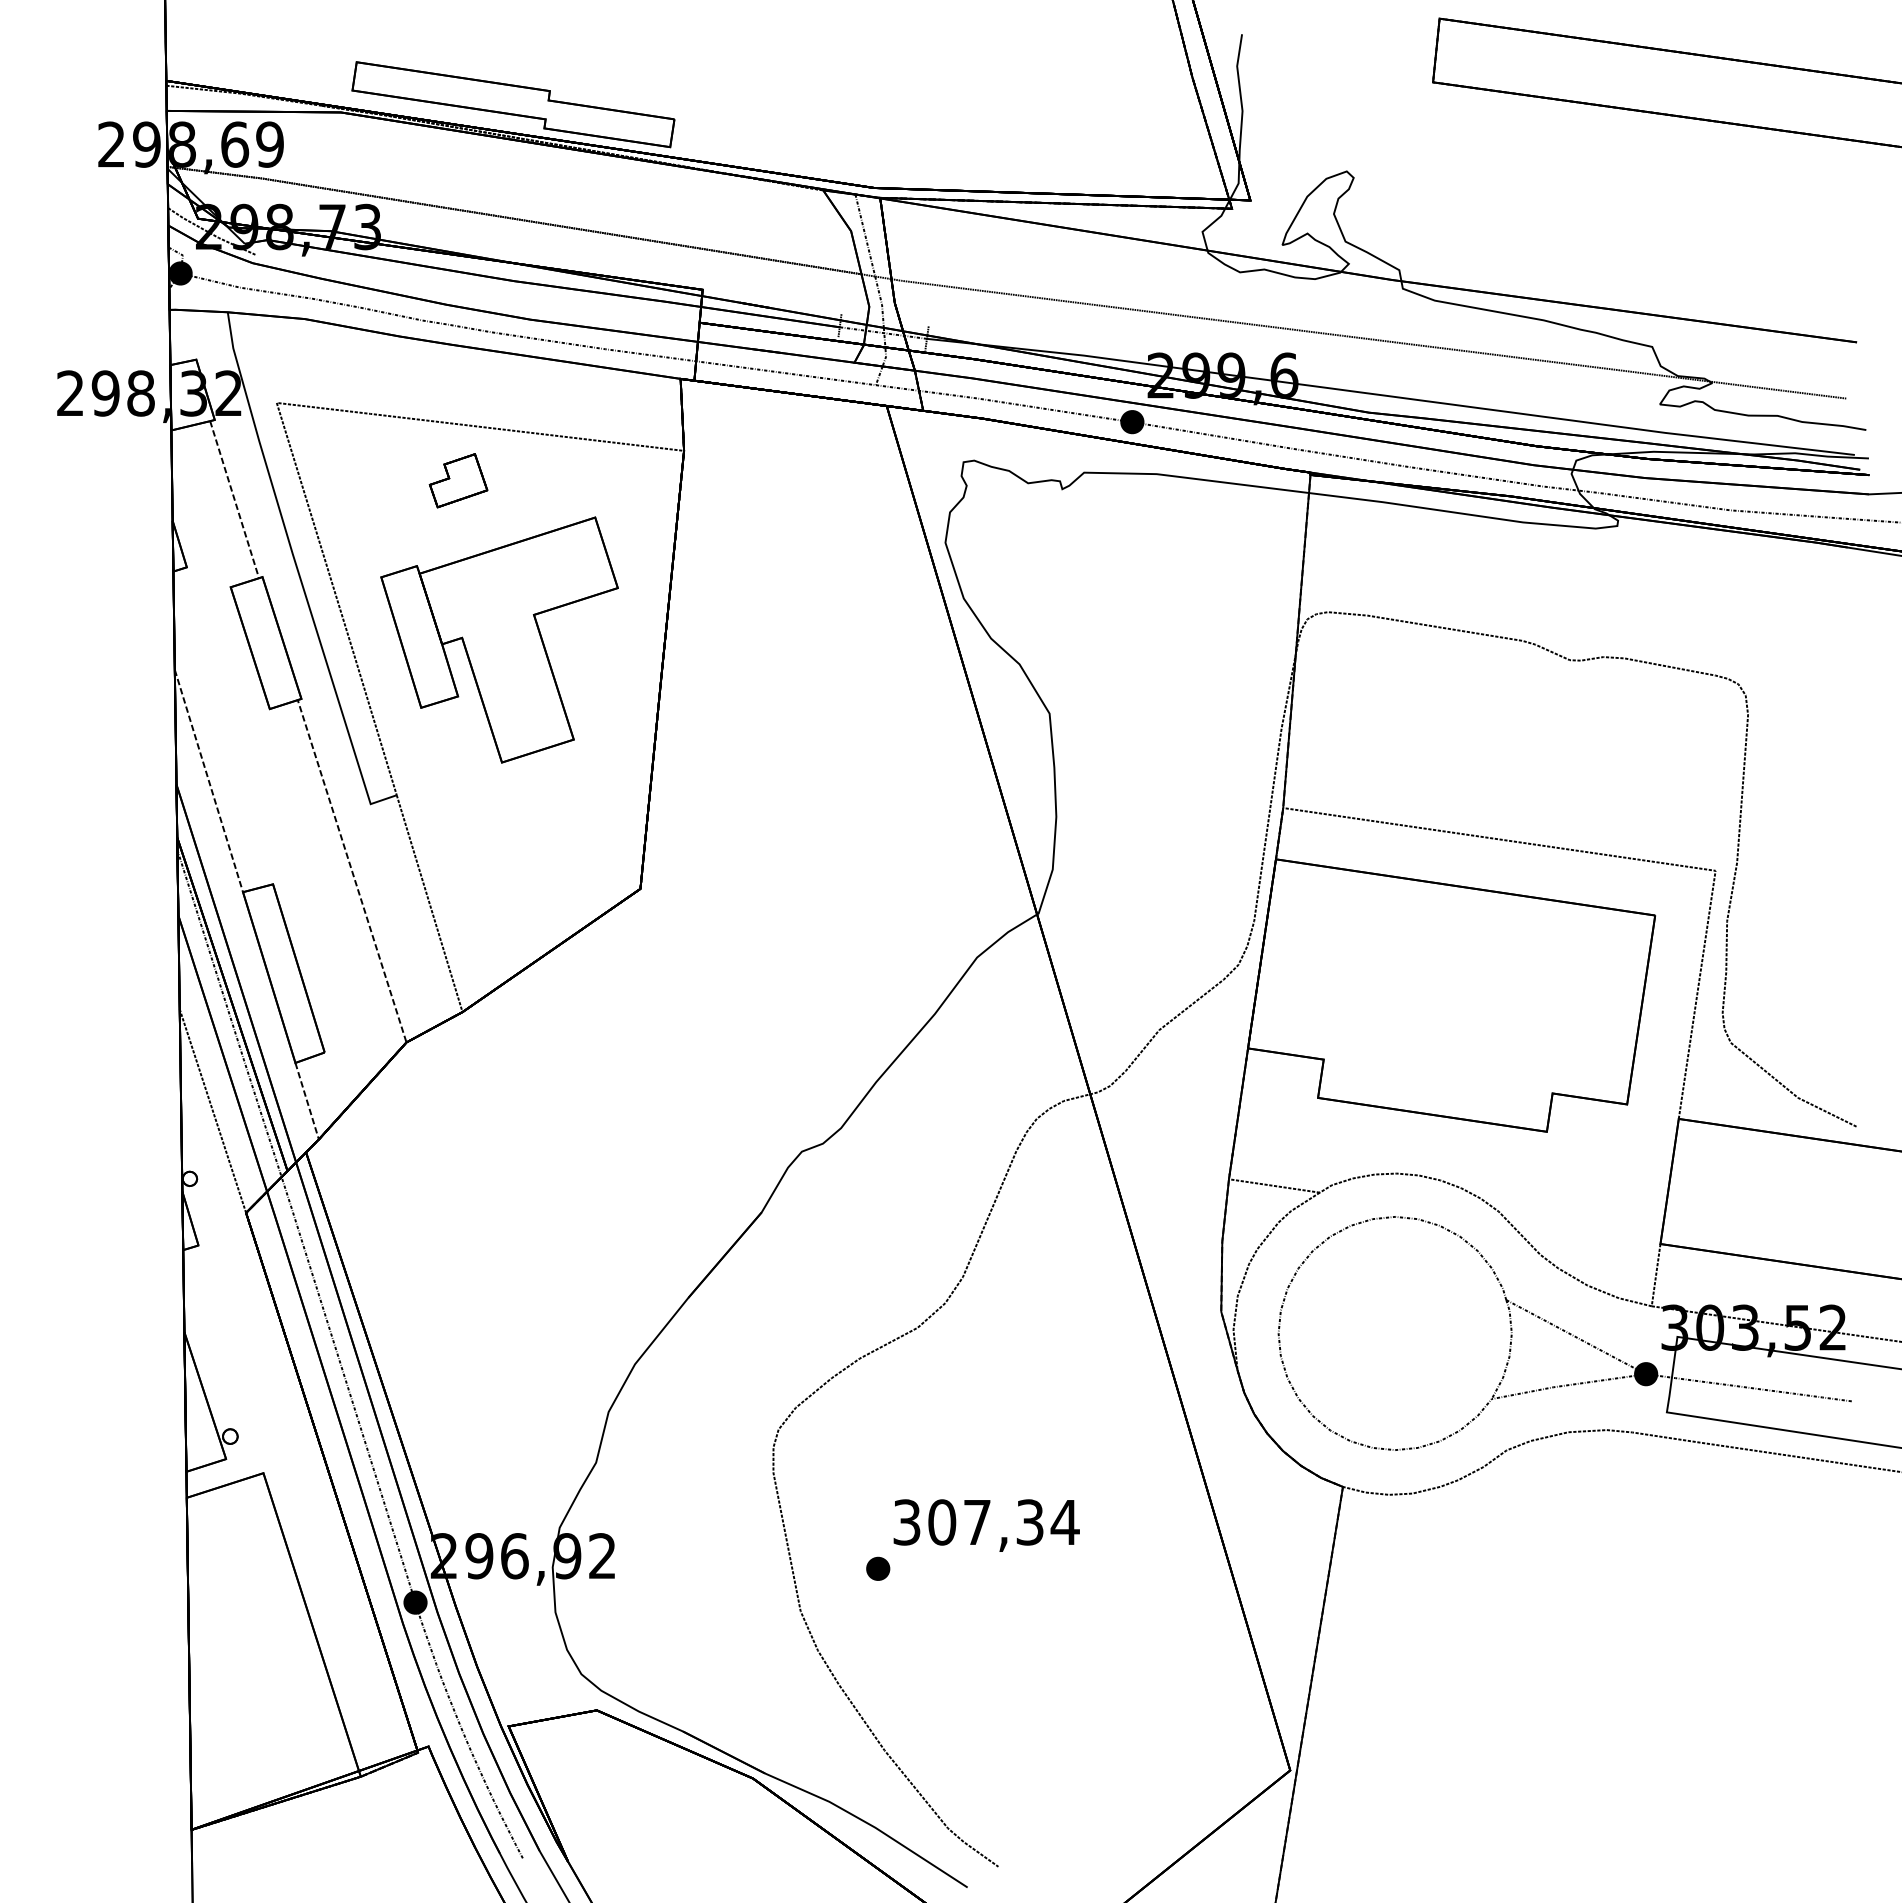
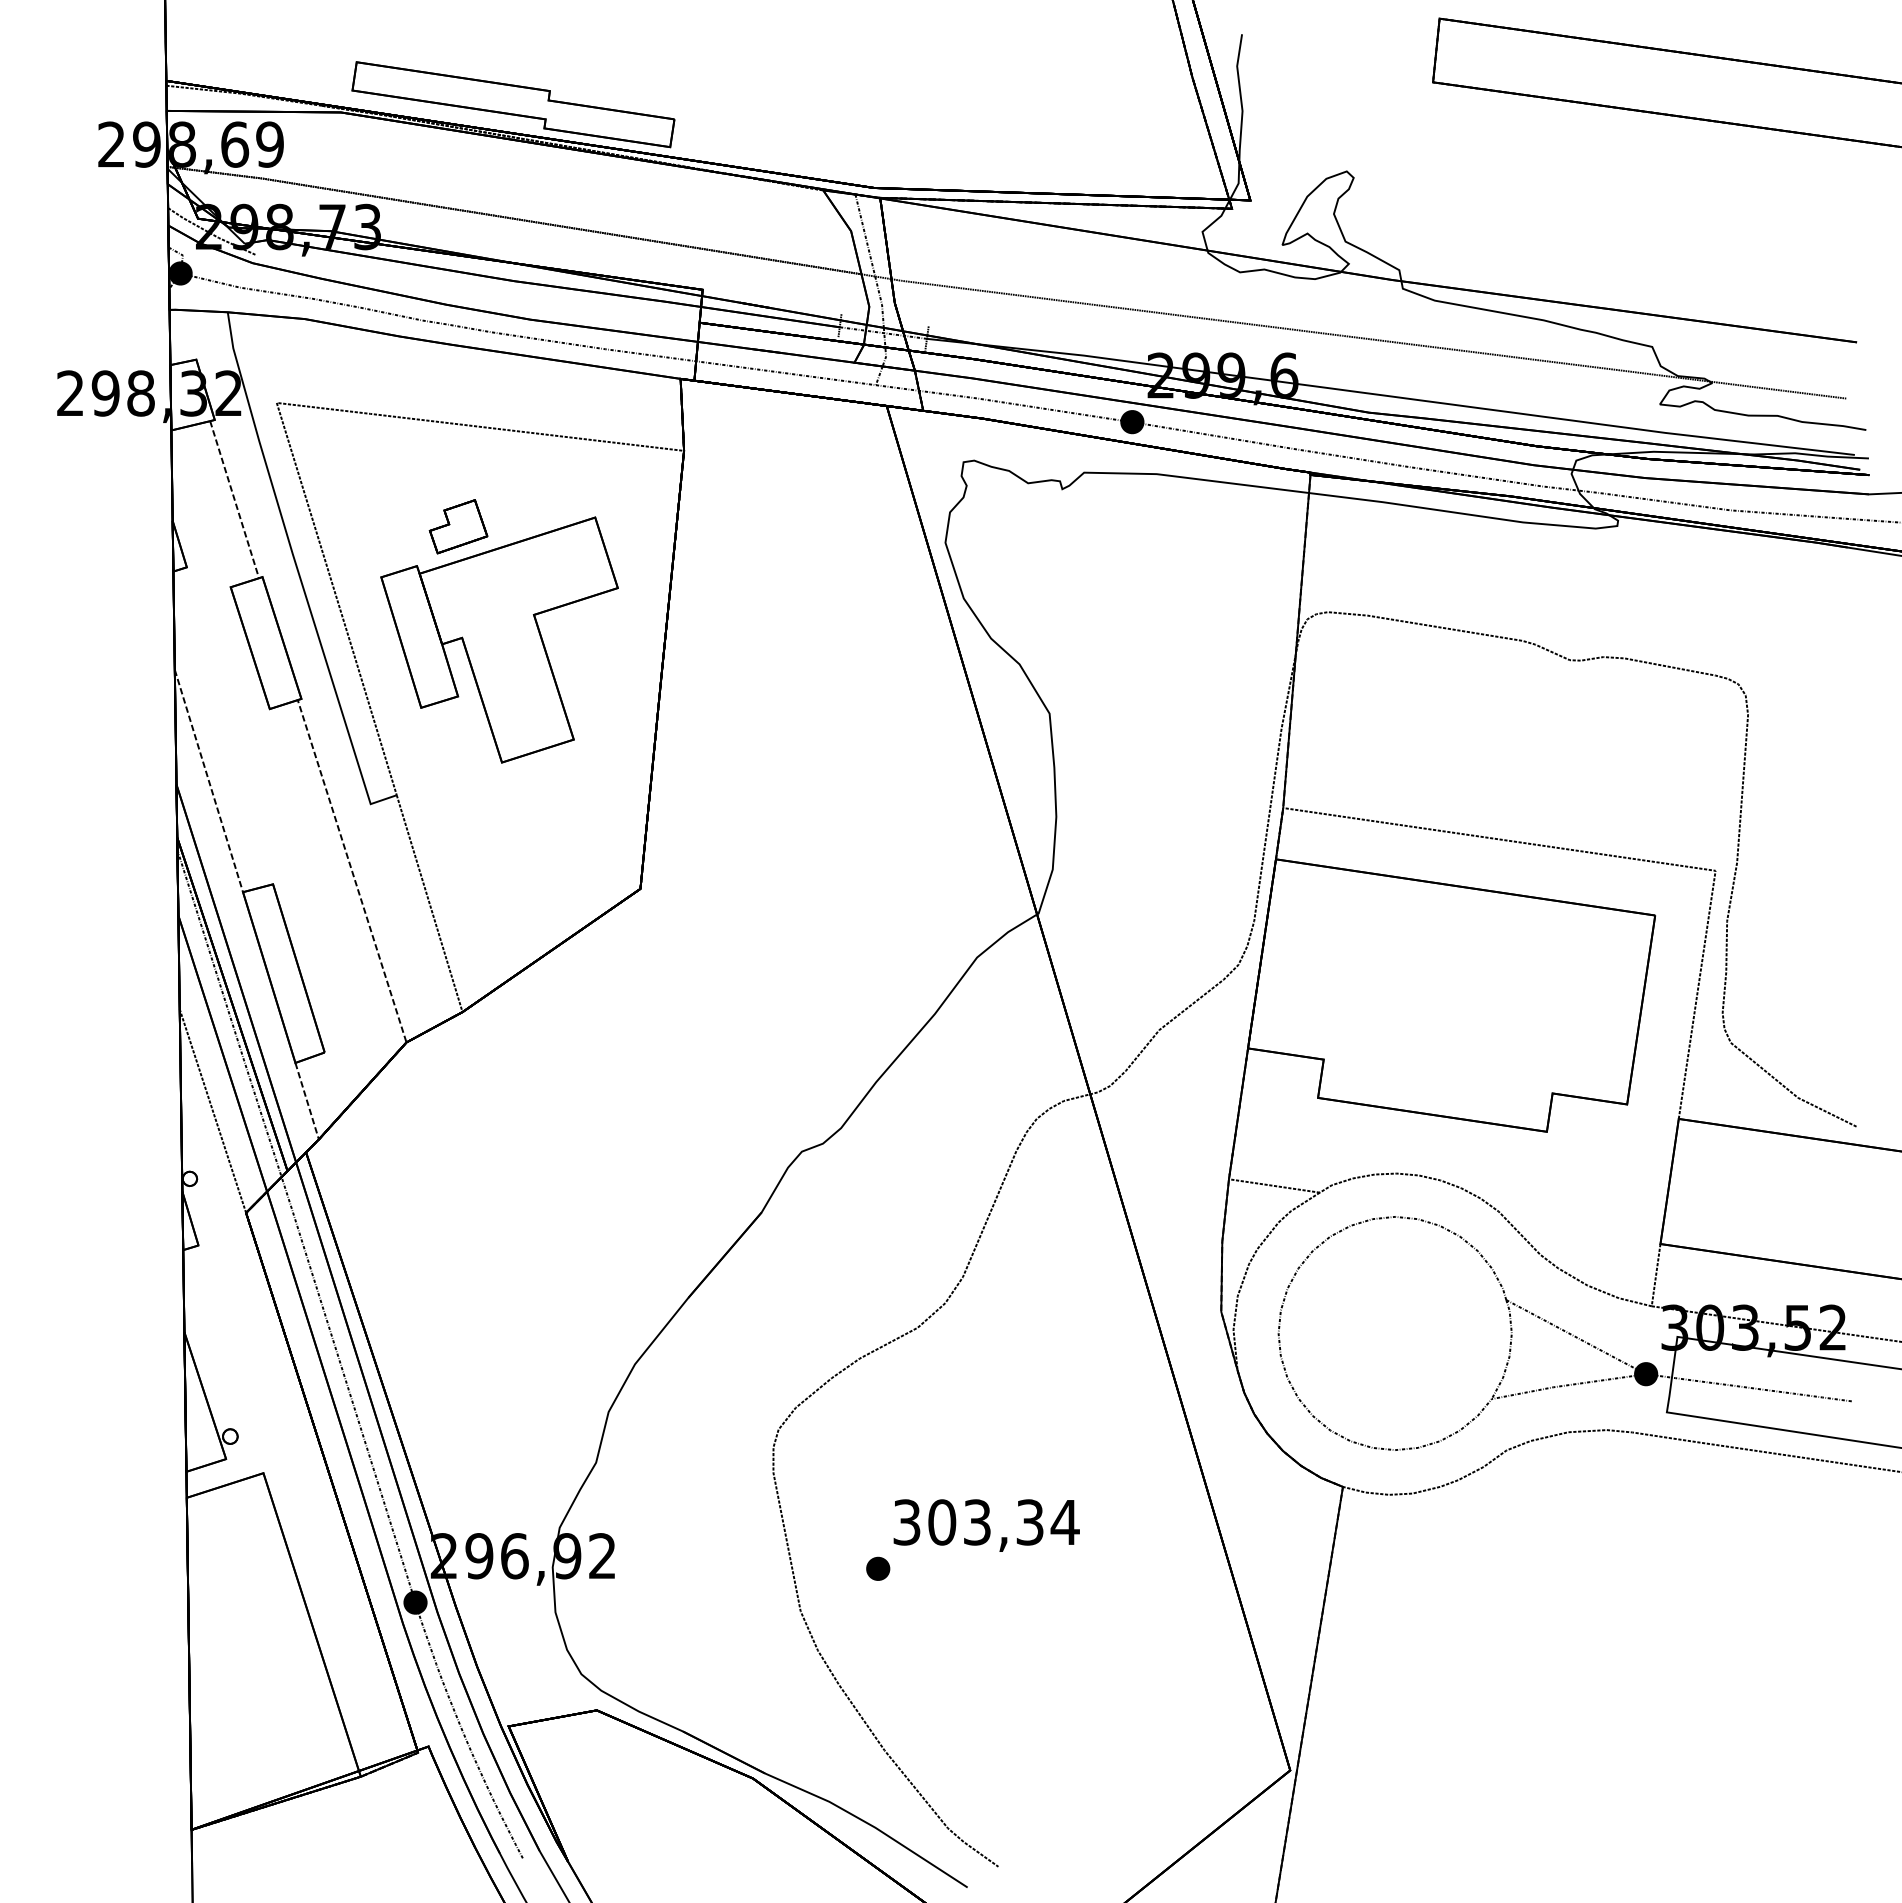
part at (458, 480) position: (458, 480) -> (458, 526)
text at (977, 1522): 307,34 -> 303,34
